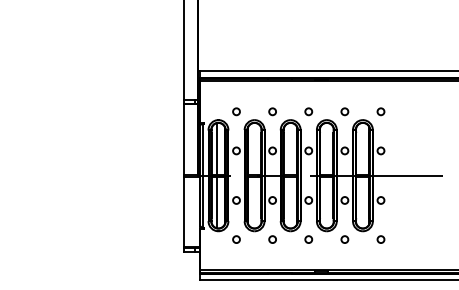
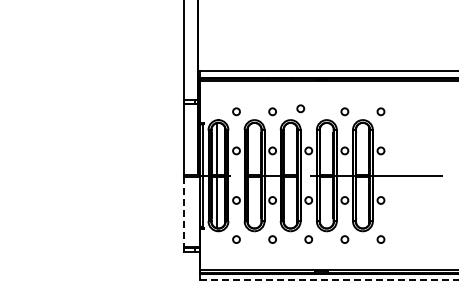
circle at (308, 111) position: (308, 111) -> (300, 108)
line at (184, 212): solid -> dashed
line at (329, 280): solid -> dashed
